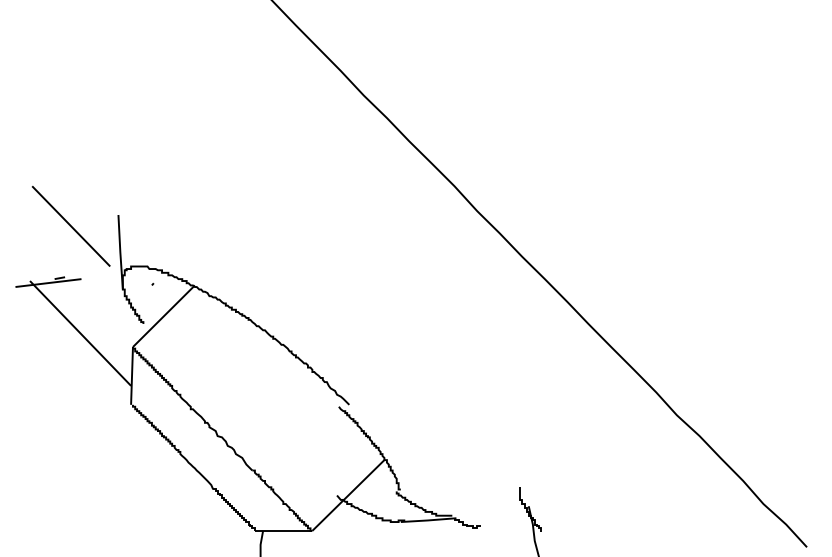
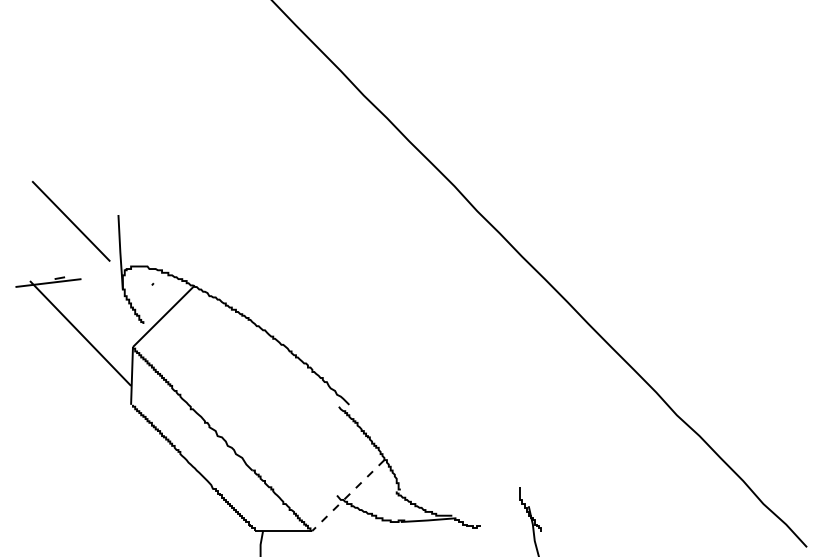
line at (70, 226) position: (70, 226) -> (70, 221)
line at (348, 495): solid -> dashed
